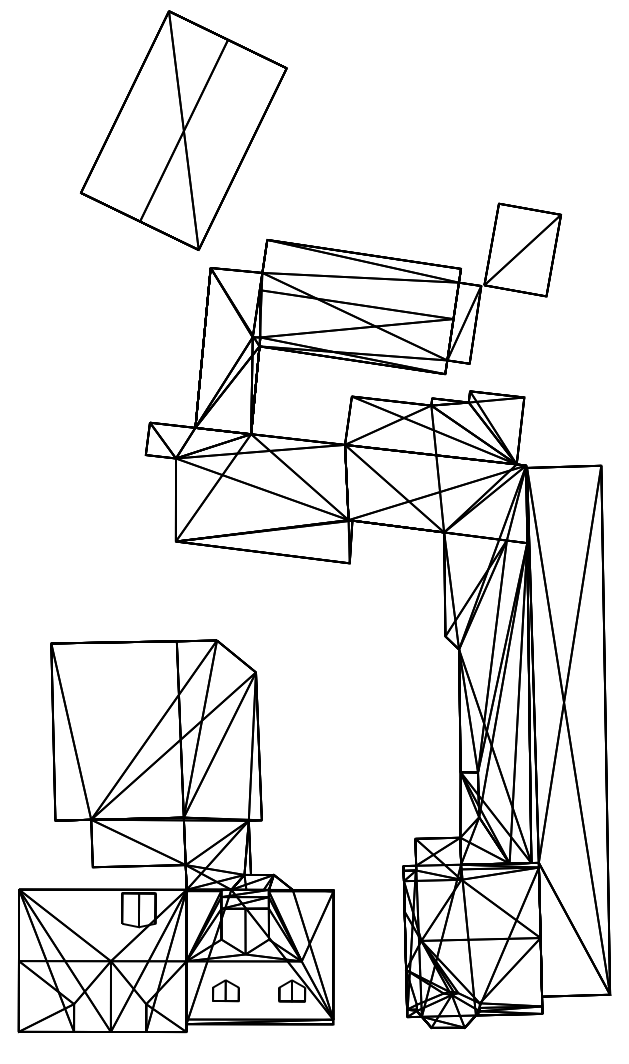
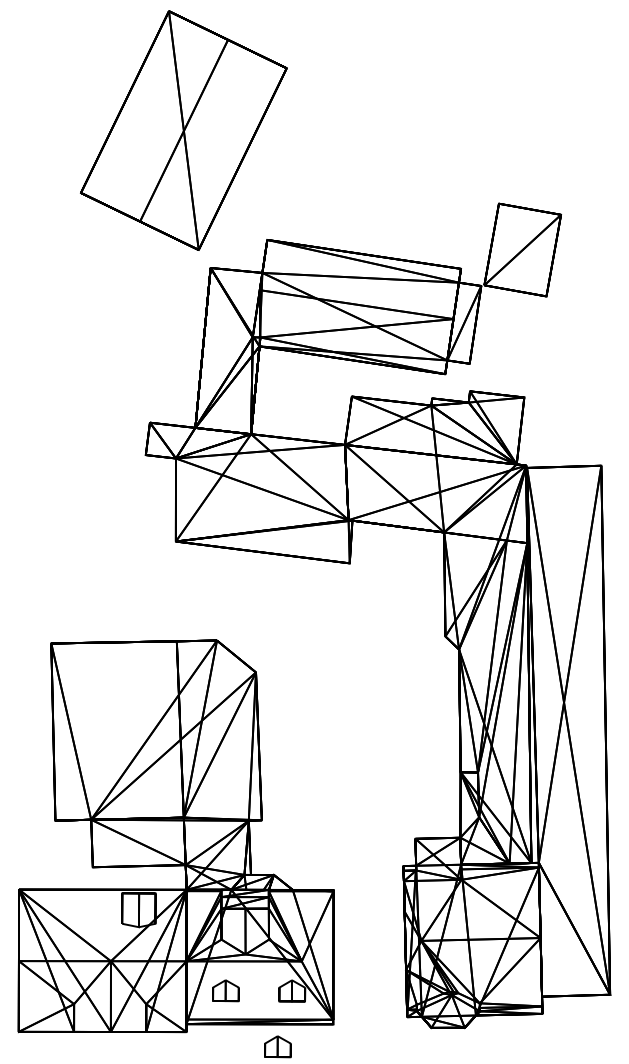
part at (277, 1046): none -> present
